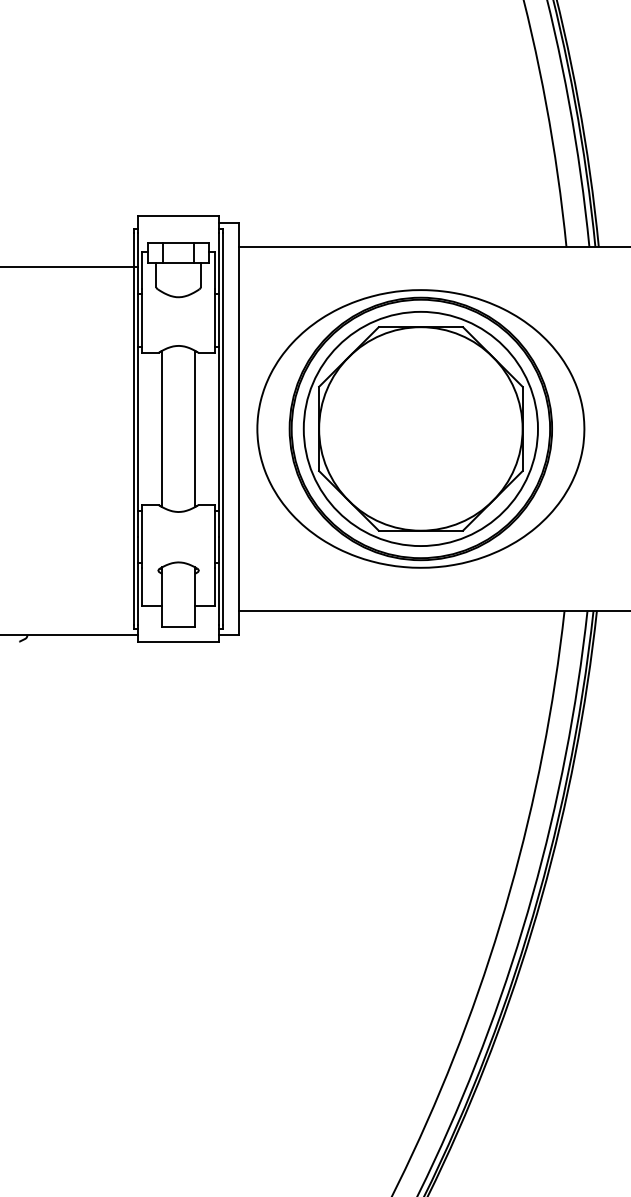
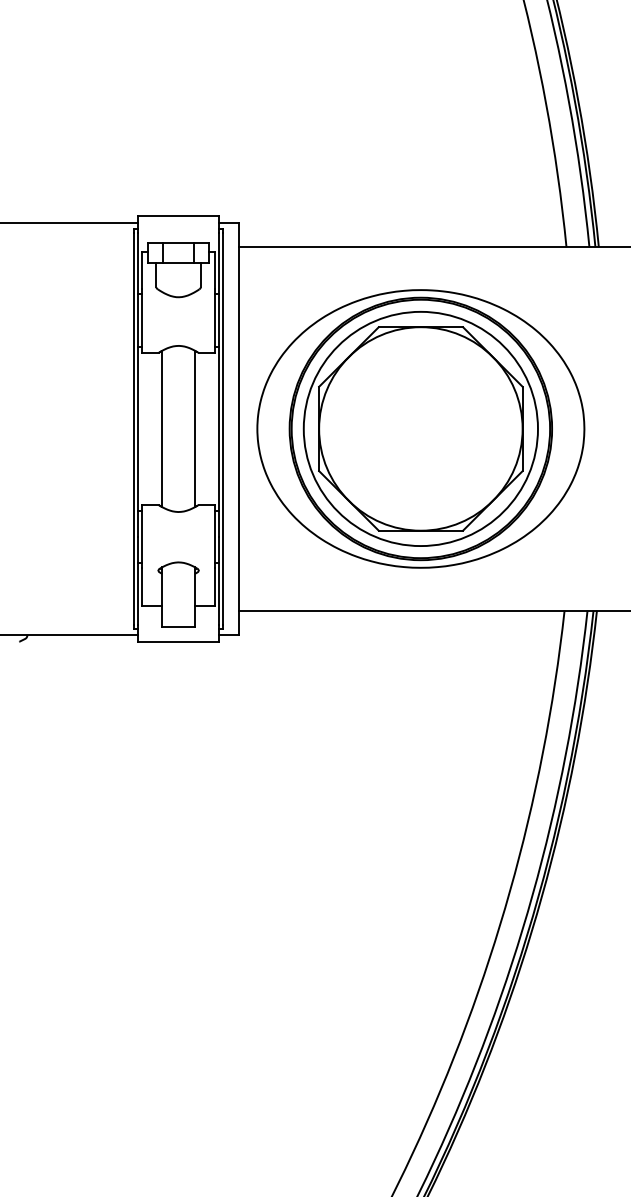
line at (70, 267) position: (70, 267) -> (70, 223)
